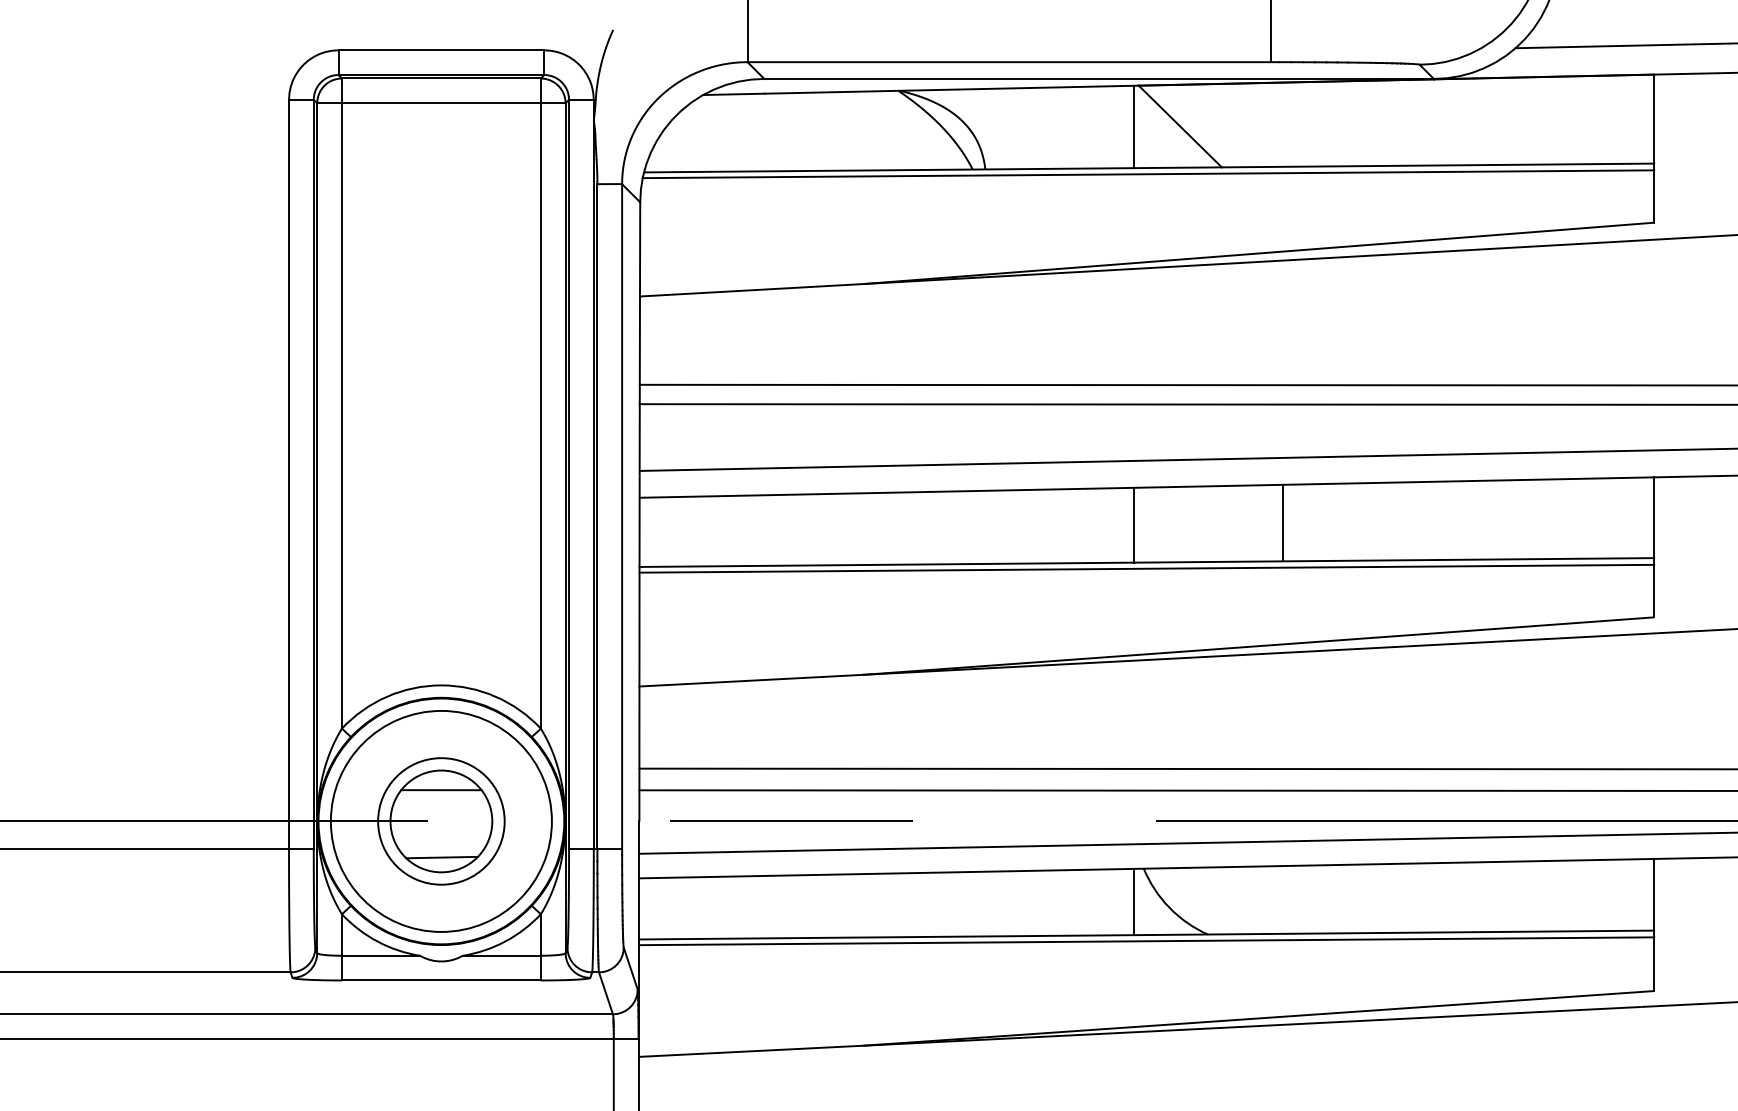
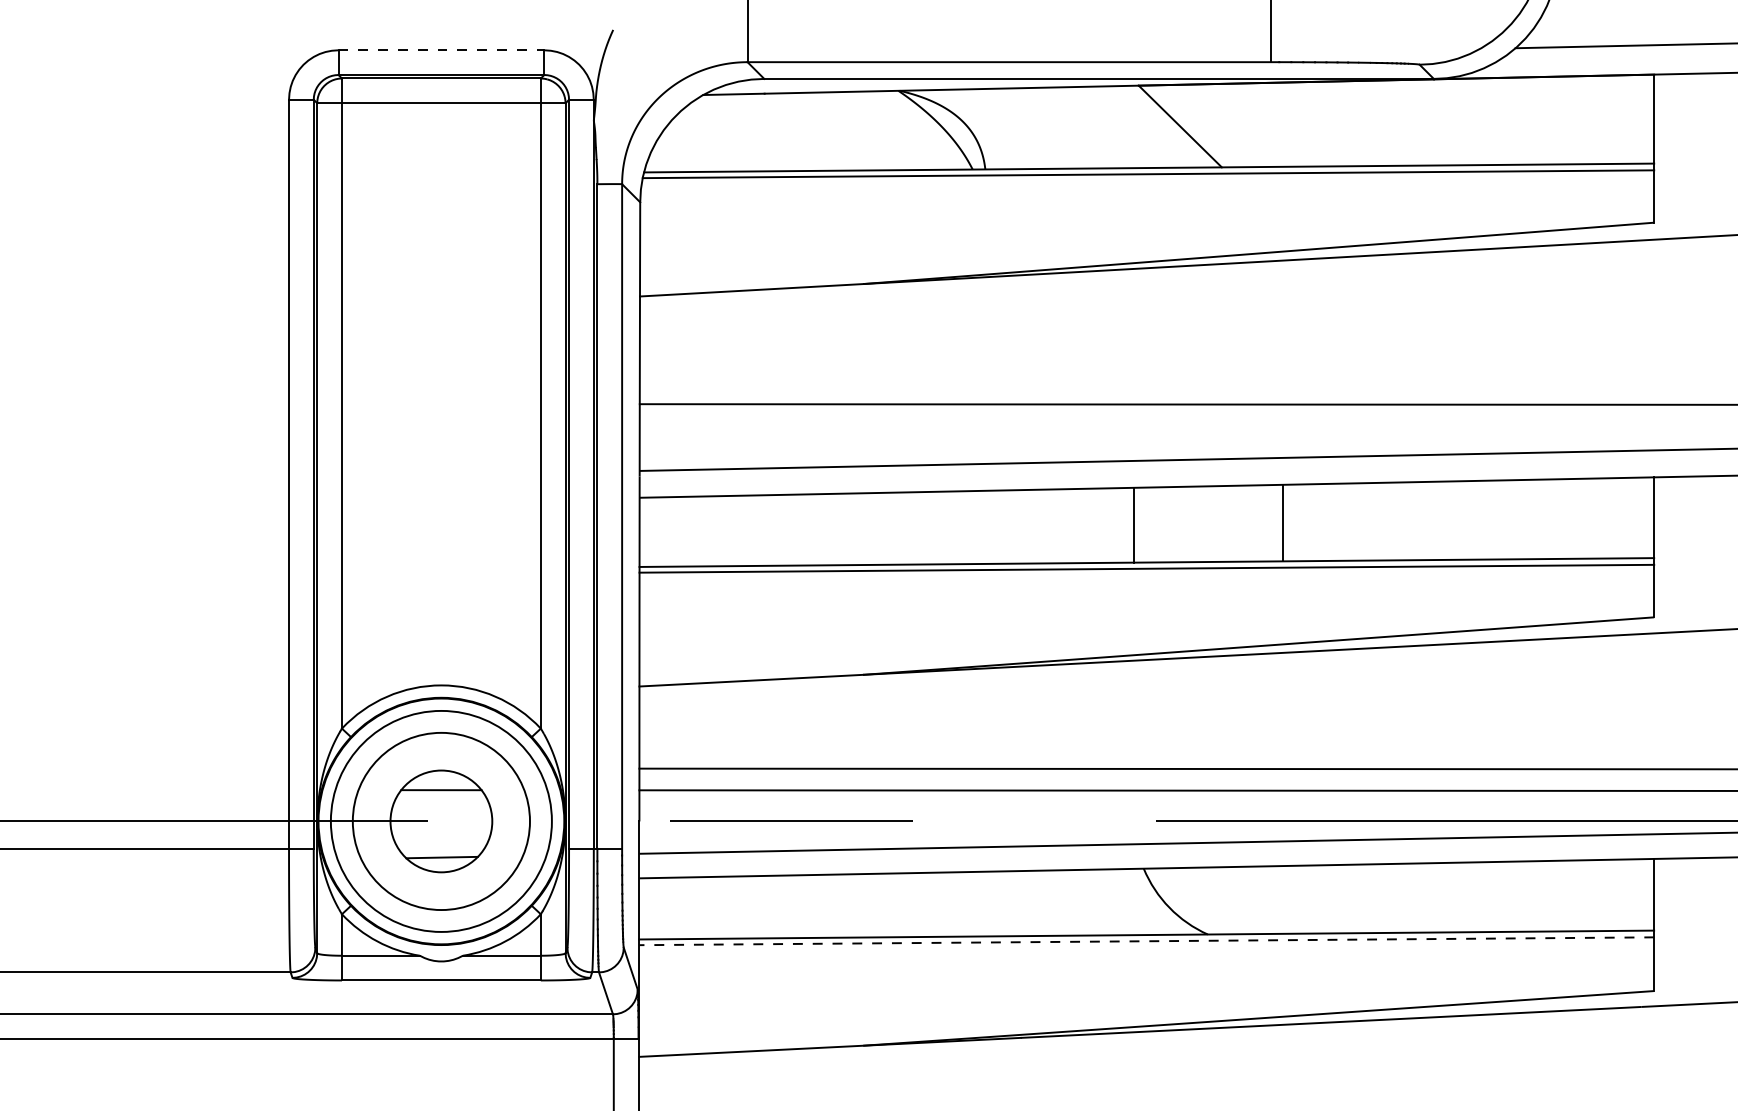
line at (441, 50): solid -> dashed
line at (1134, 126): present -> none
line at (1186, 384): present -> none
circle at (441, 821) diameter: 127 px -> 177 px
line at (1134, 901): present -> none
line at (1146, 941): solid -> dashed
